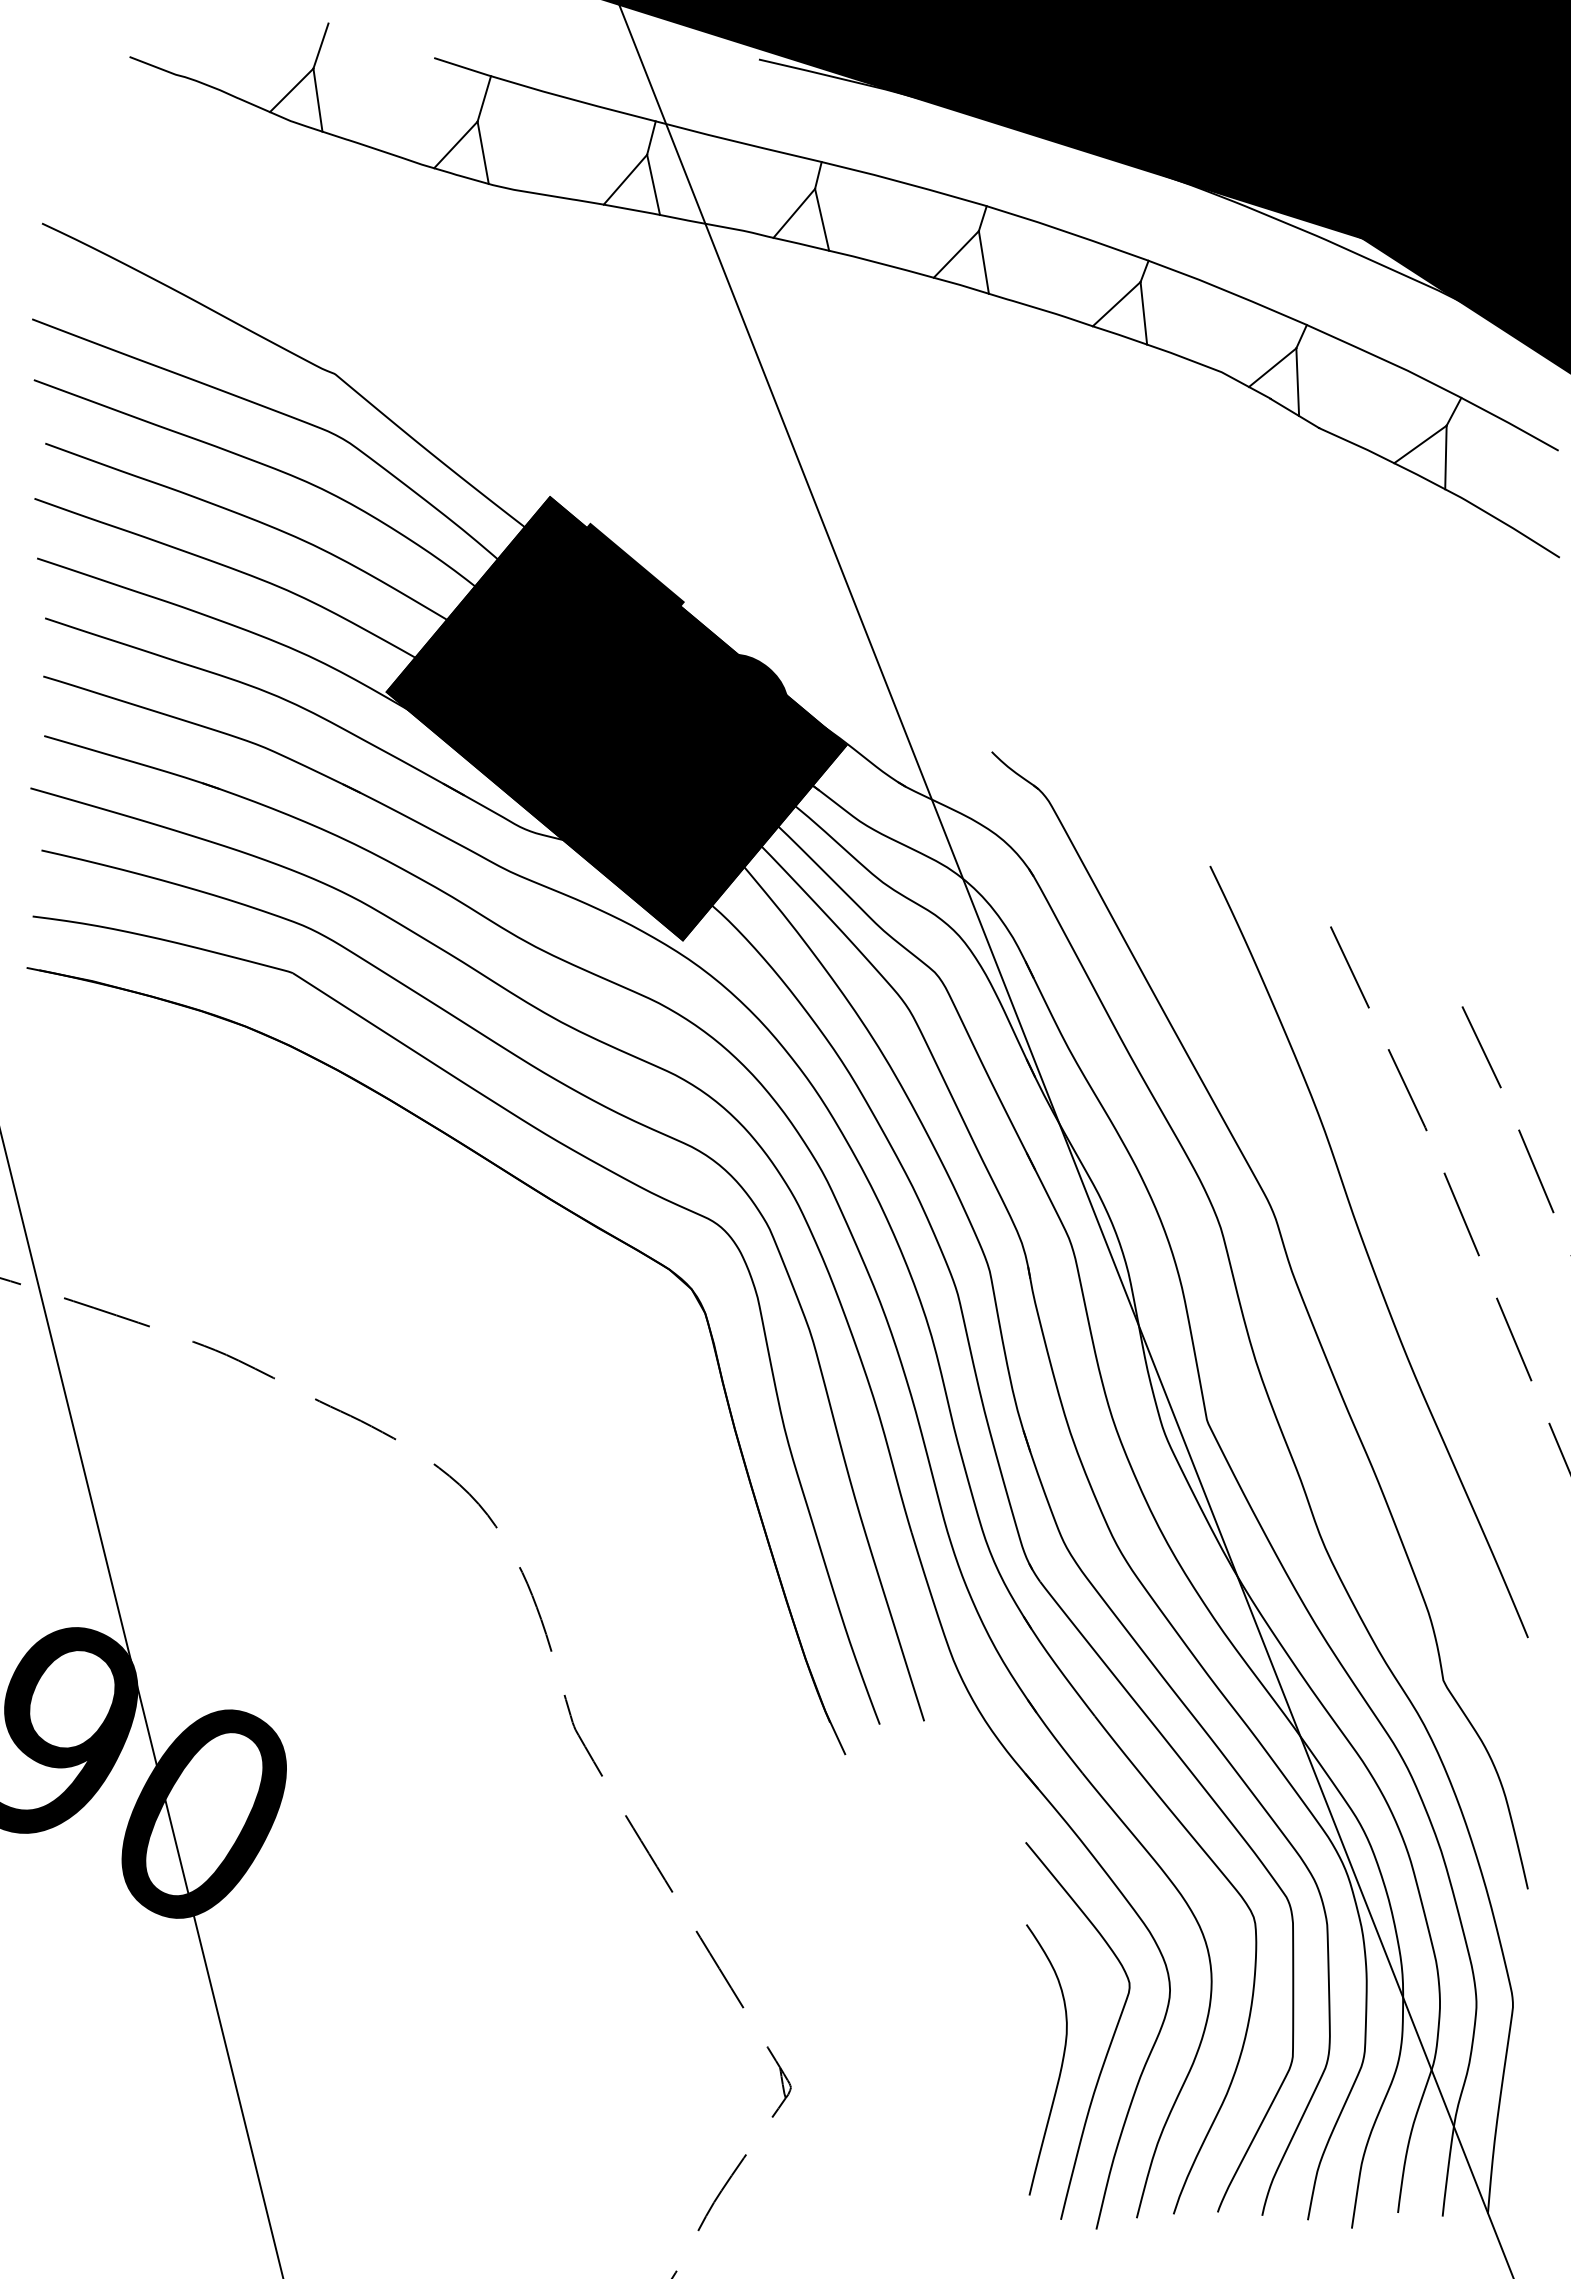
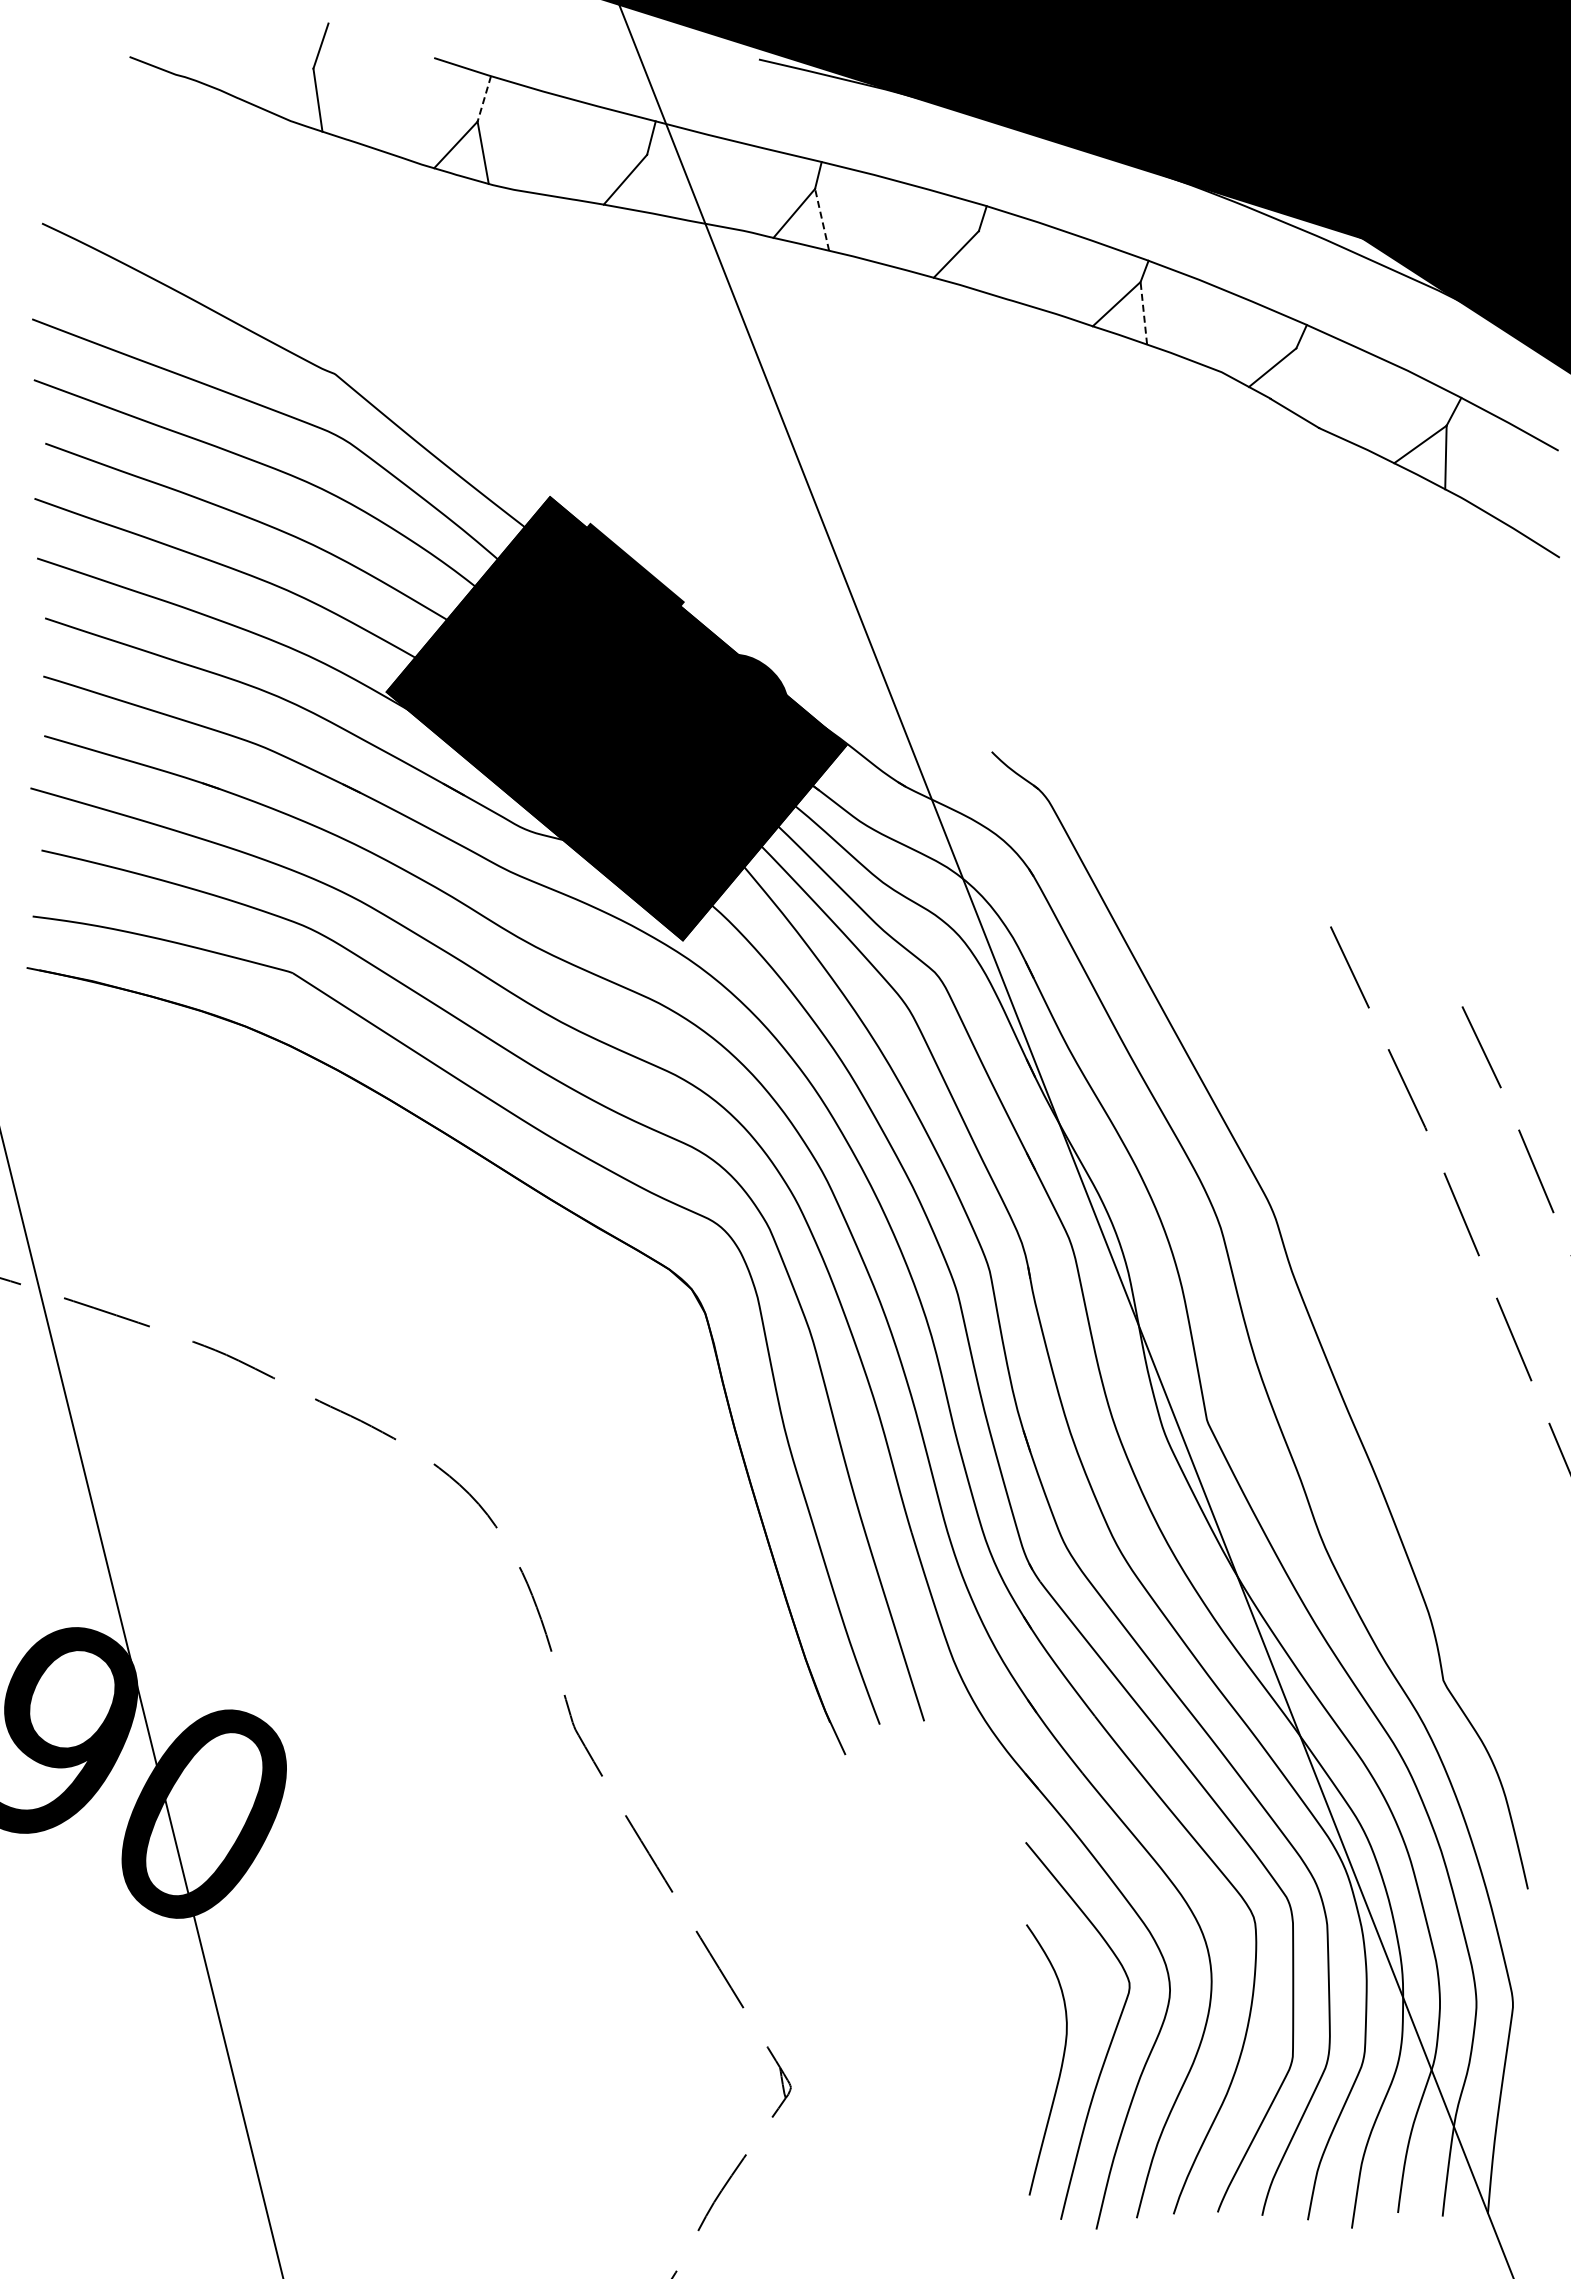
line at (291, 90): present -> none
line at (484, 98): solid -> dashed
line at (653, 184): present -> none
line at (822, 219): solid -> dashed
line at (983, 262): present -> none
line at (1143, 312): solid -> dashed
line at (1297, 382): present -> none
curve at (1367, 1251): present -> none
